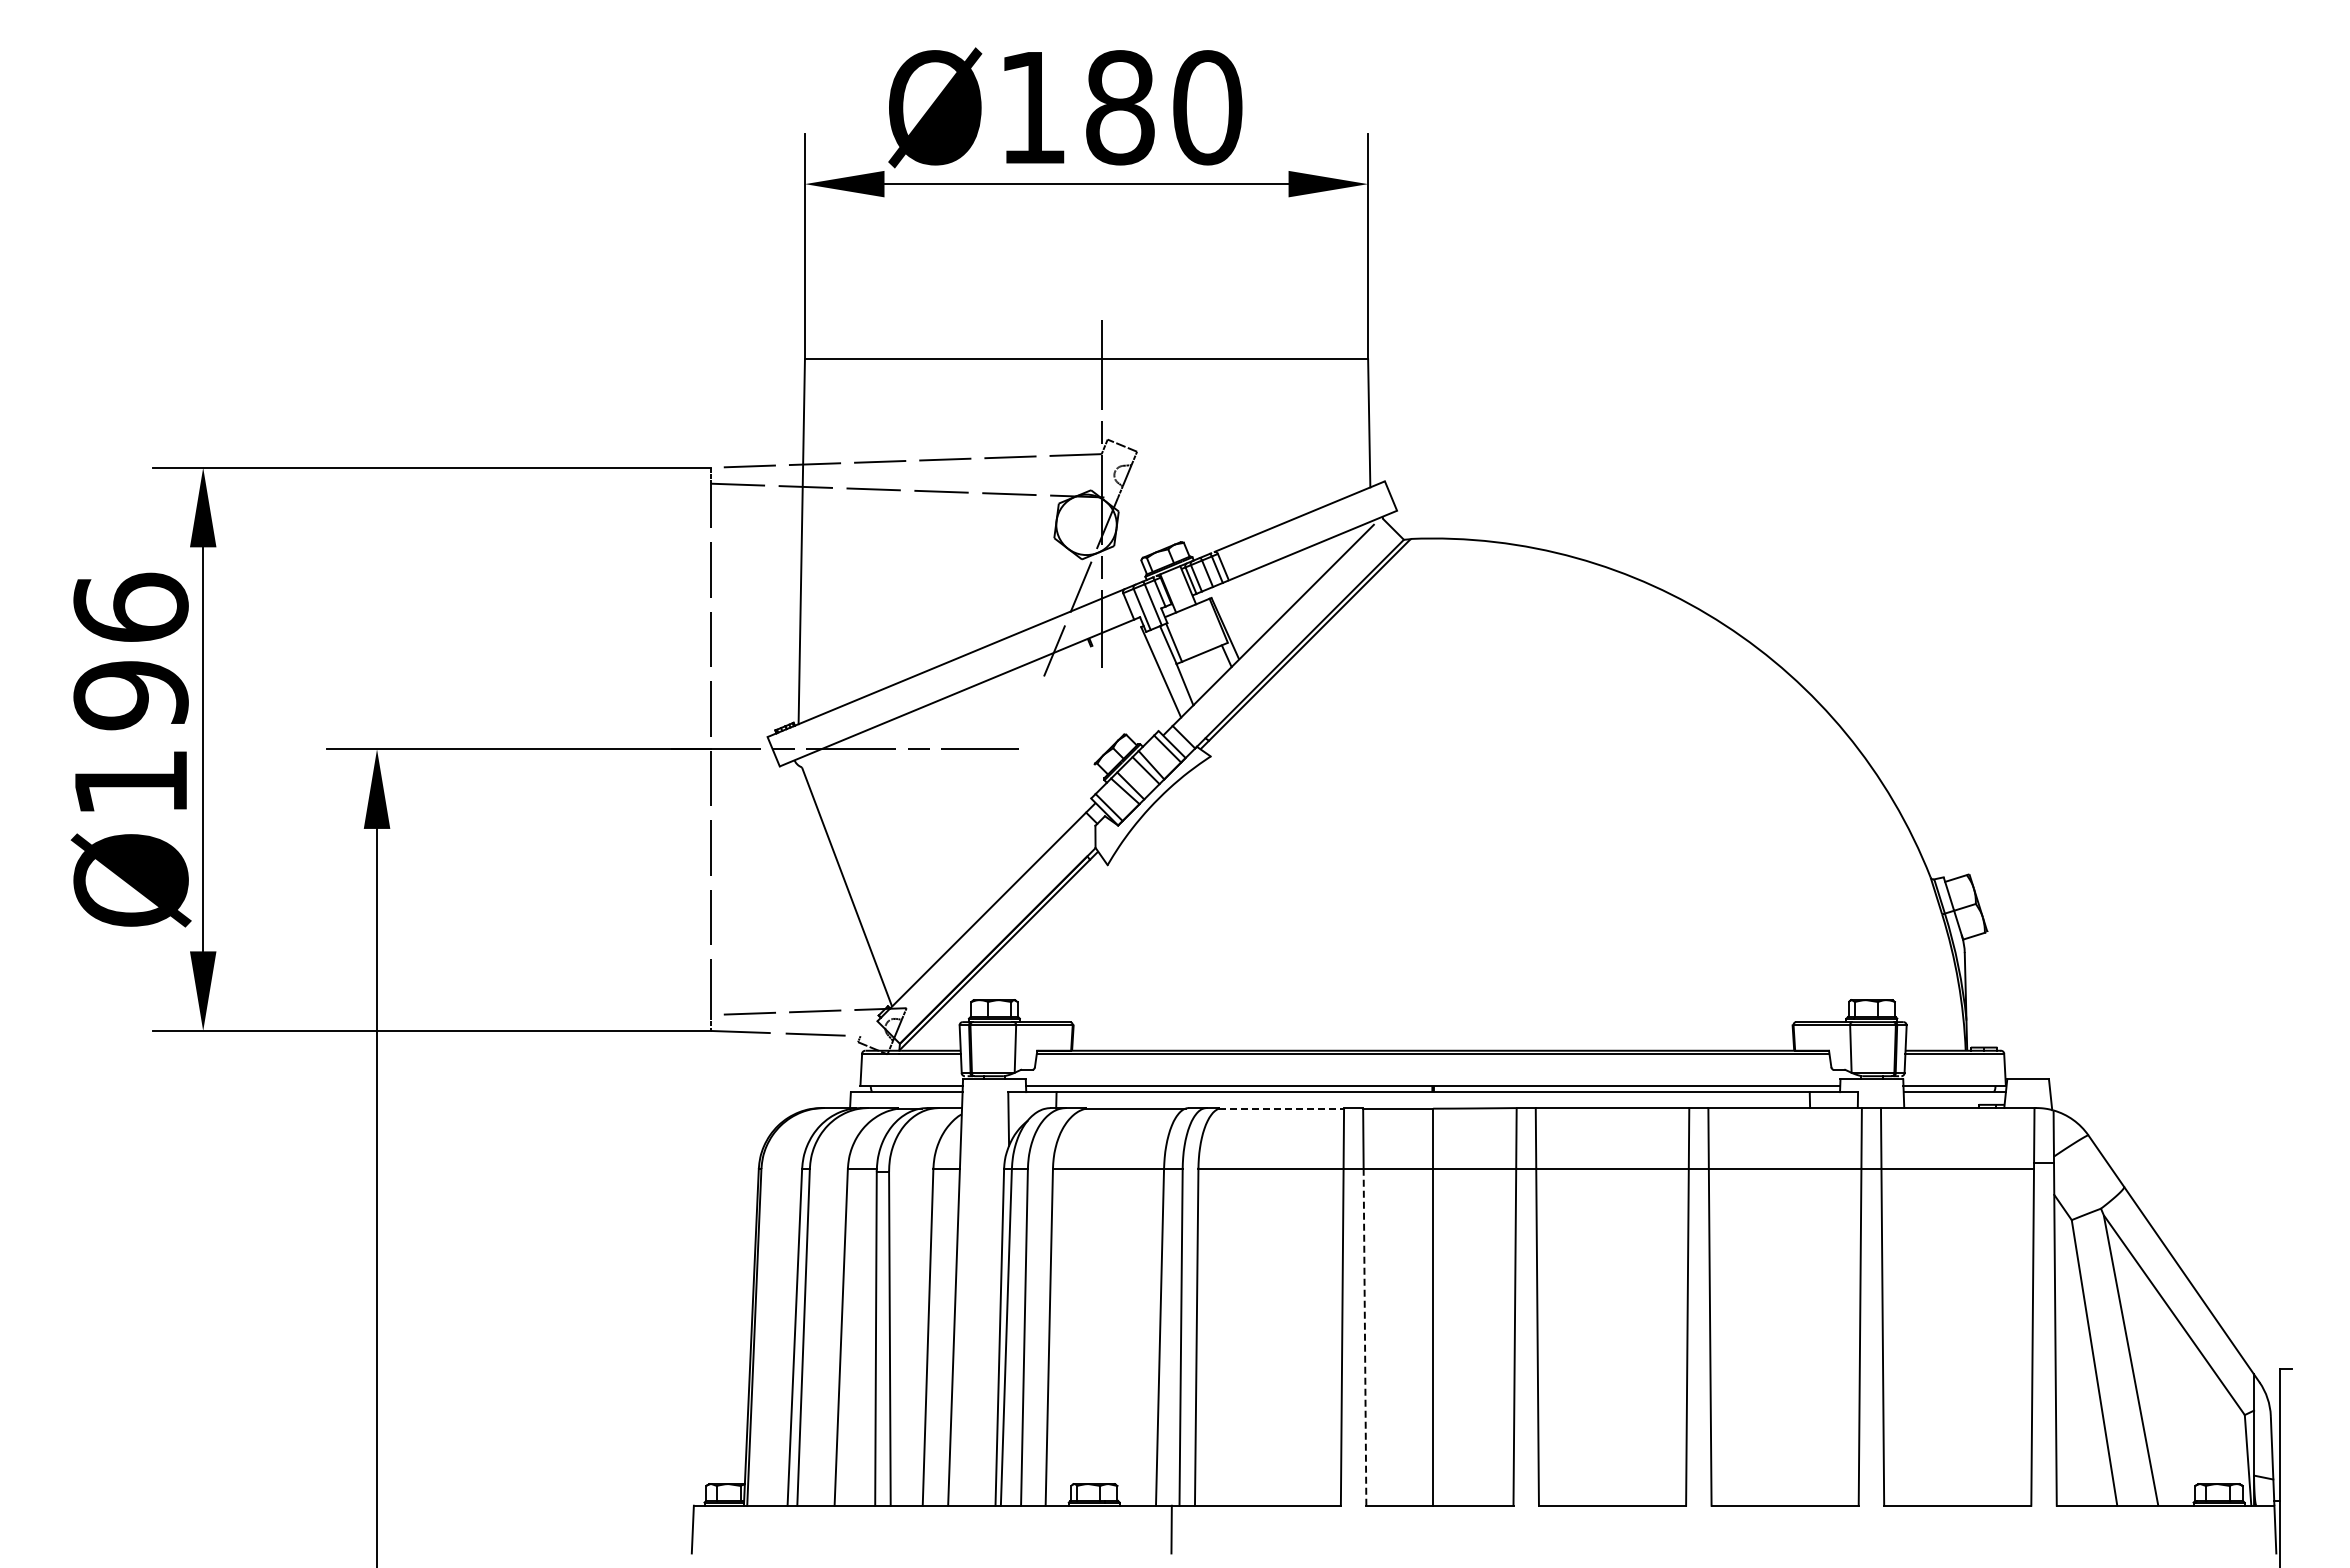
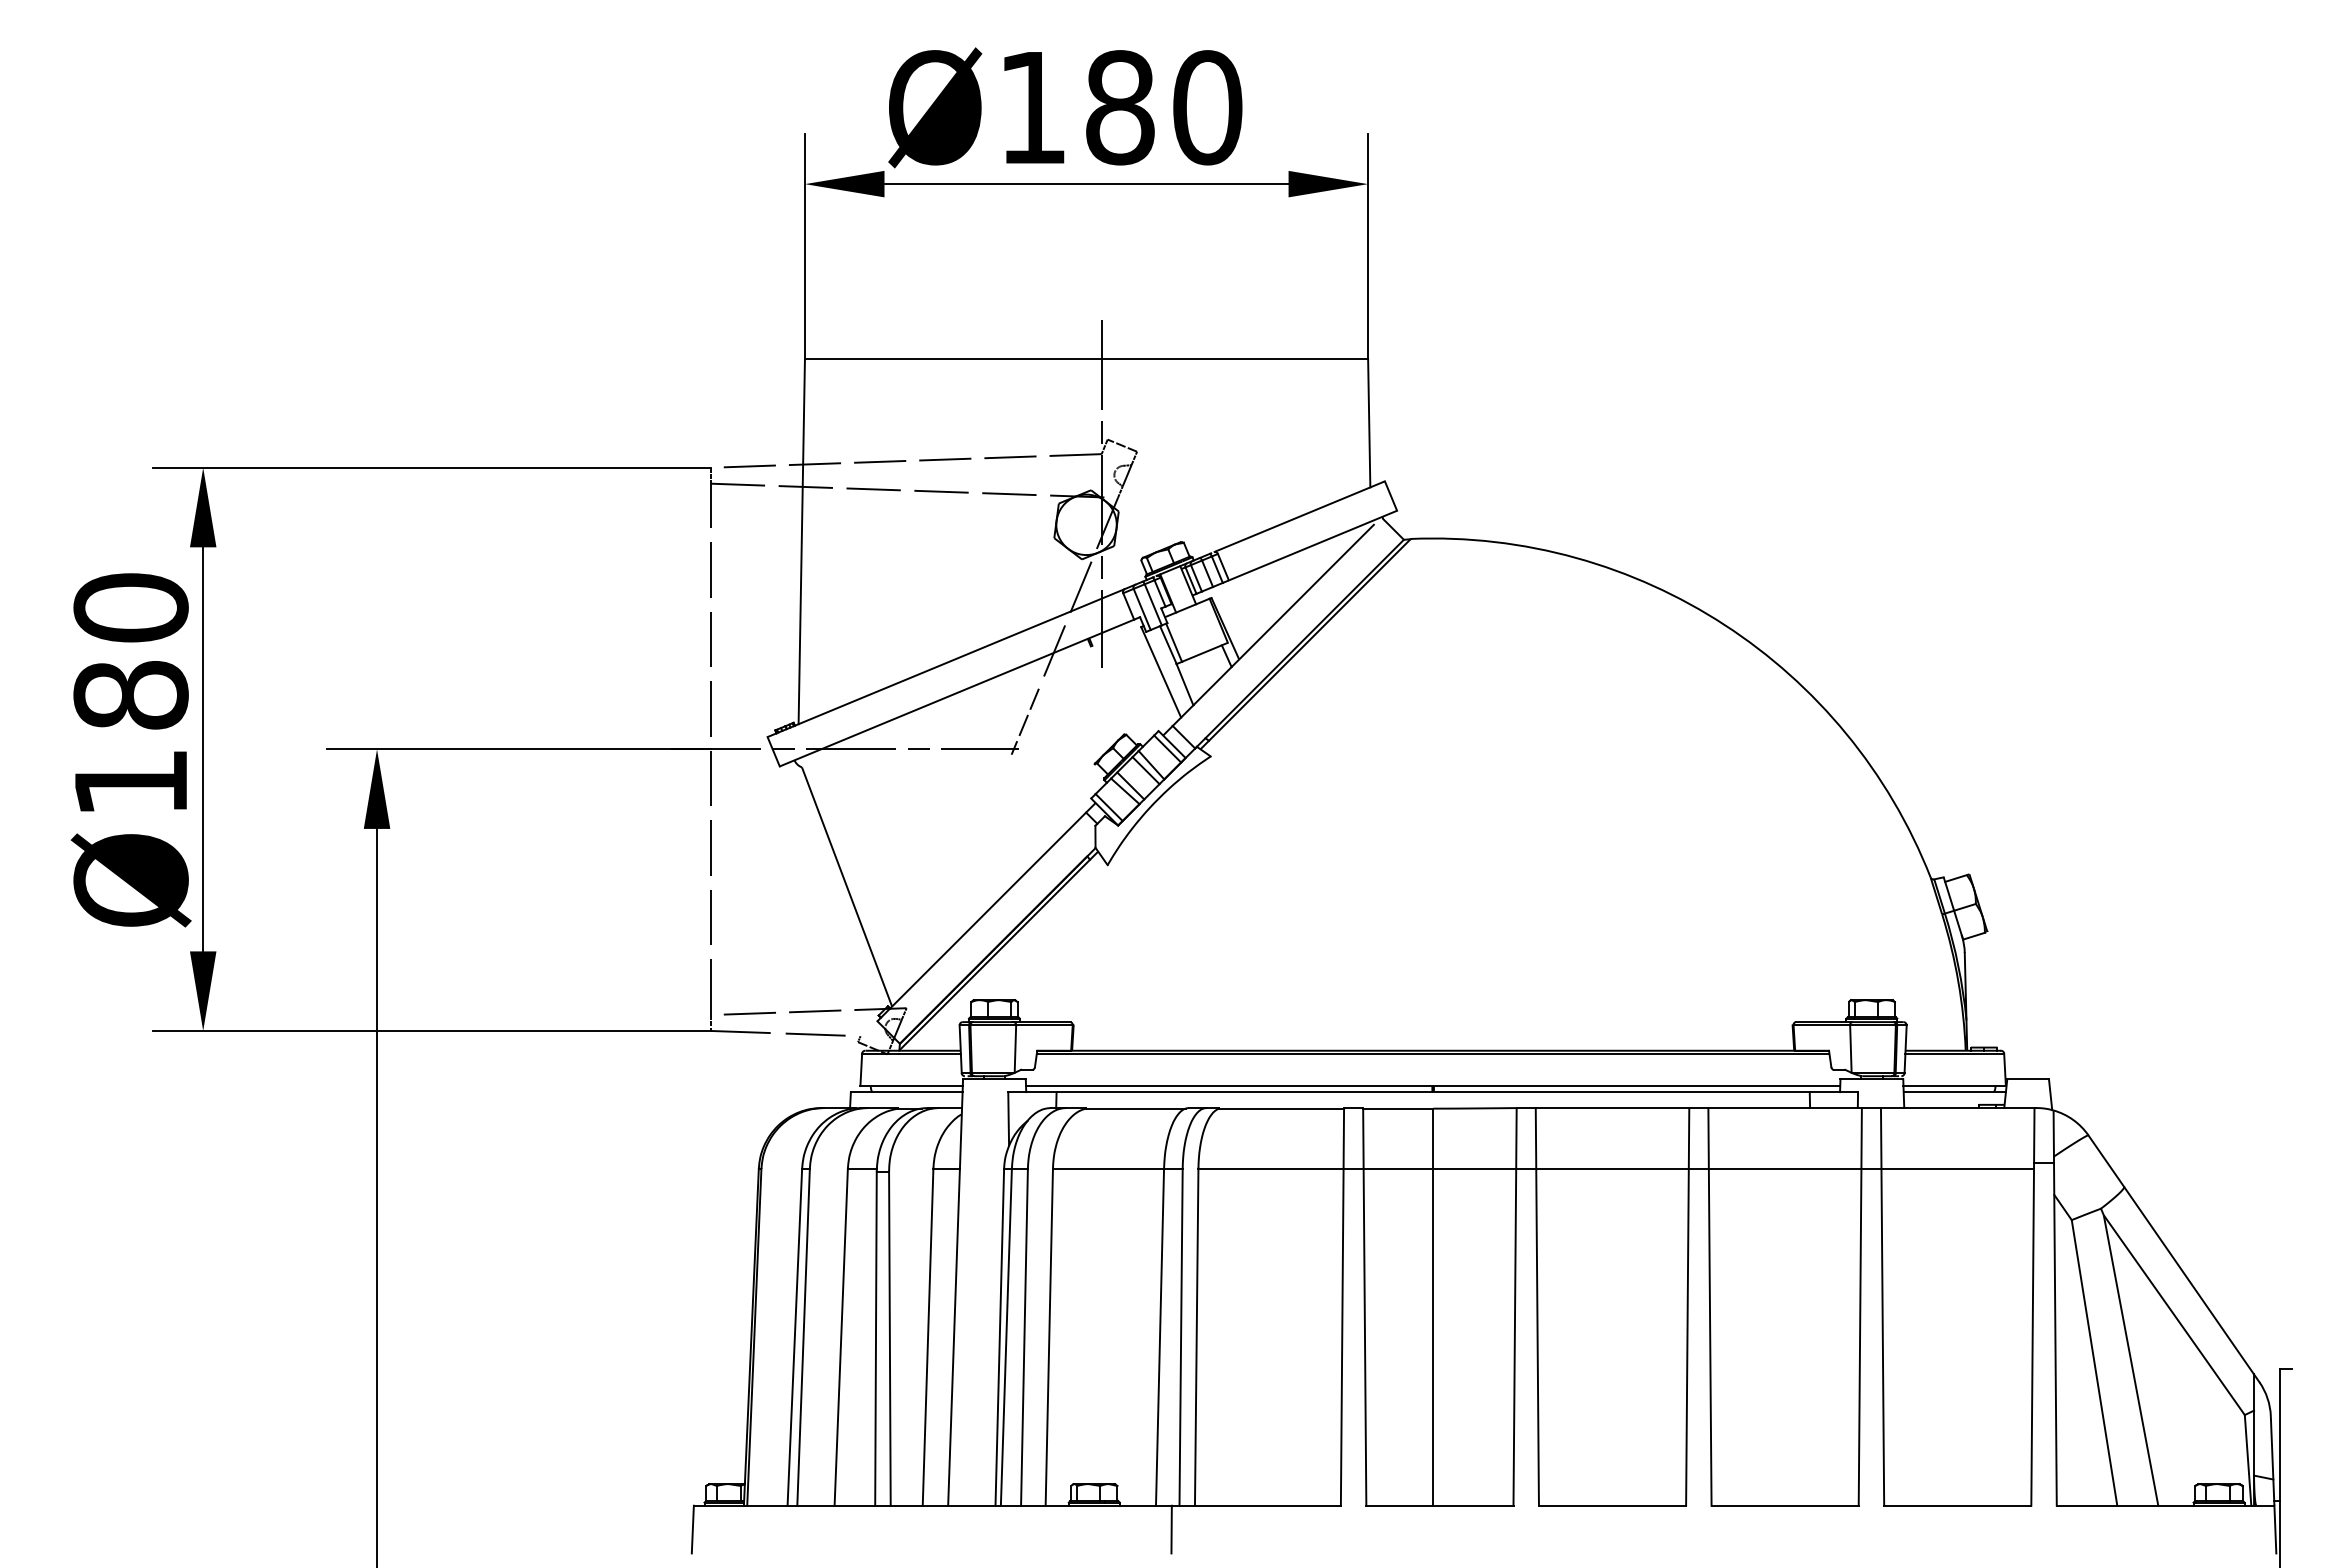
text at (130, 651): Ø196 -> Ø180
line at (1024, 721): none -> present
line at (1281, 1108): dashed -> solid
line at (1364, 1336): dashed -> solid
